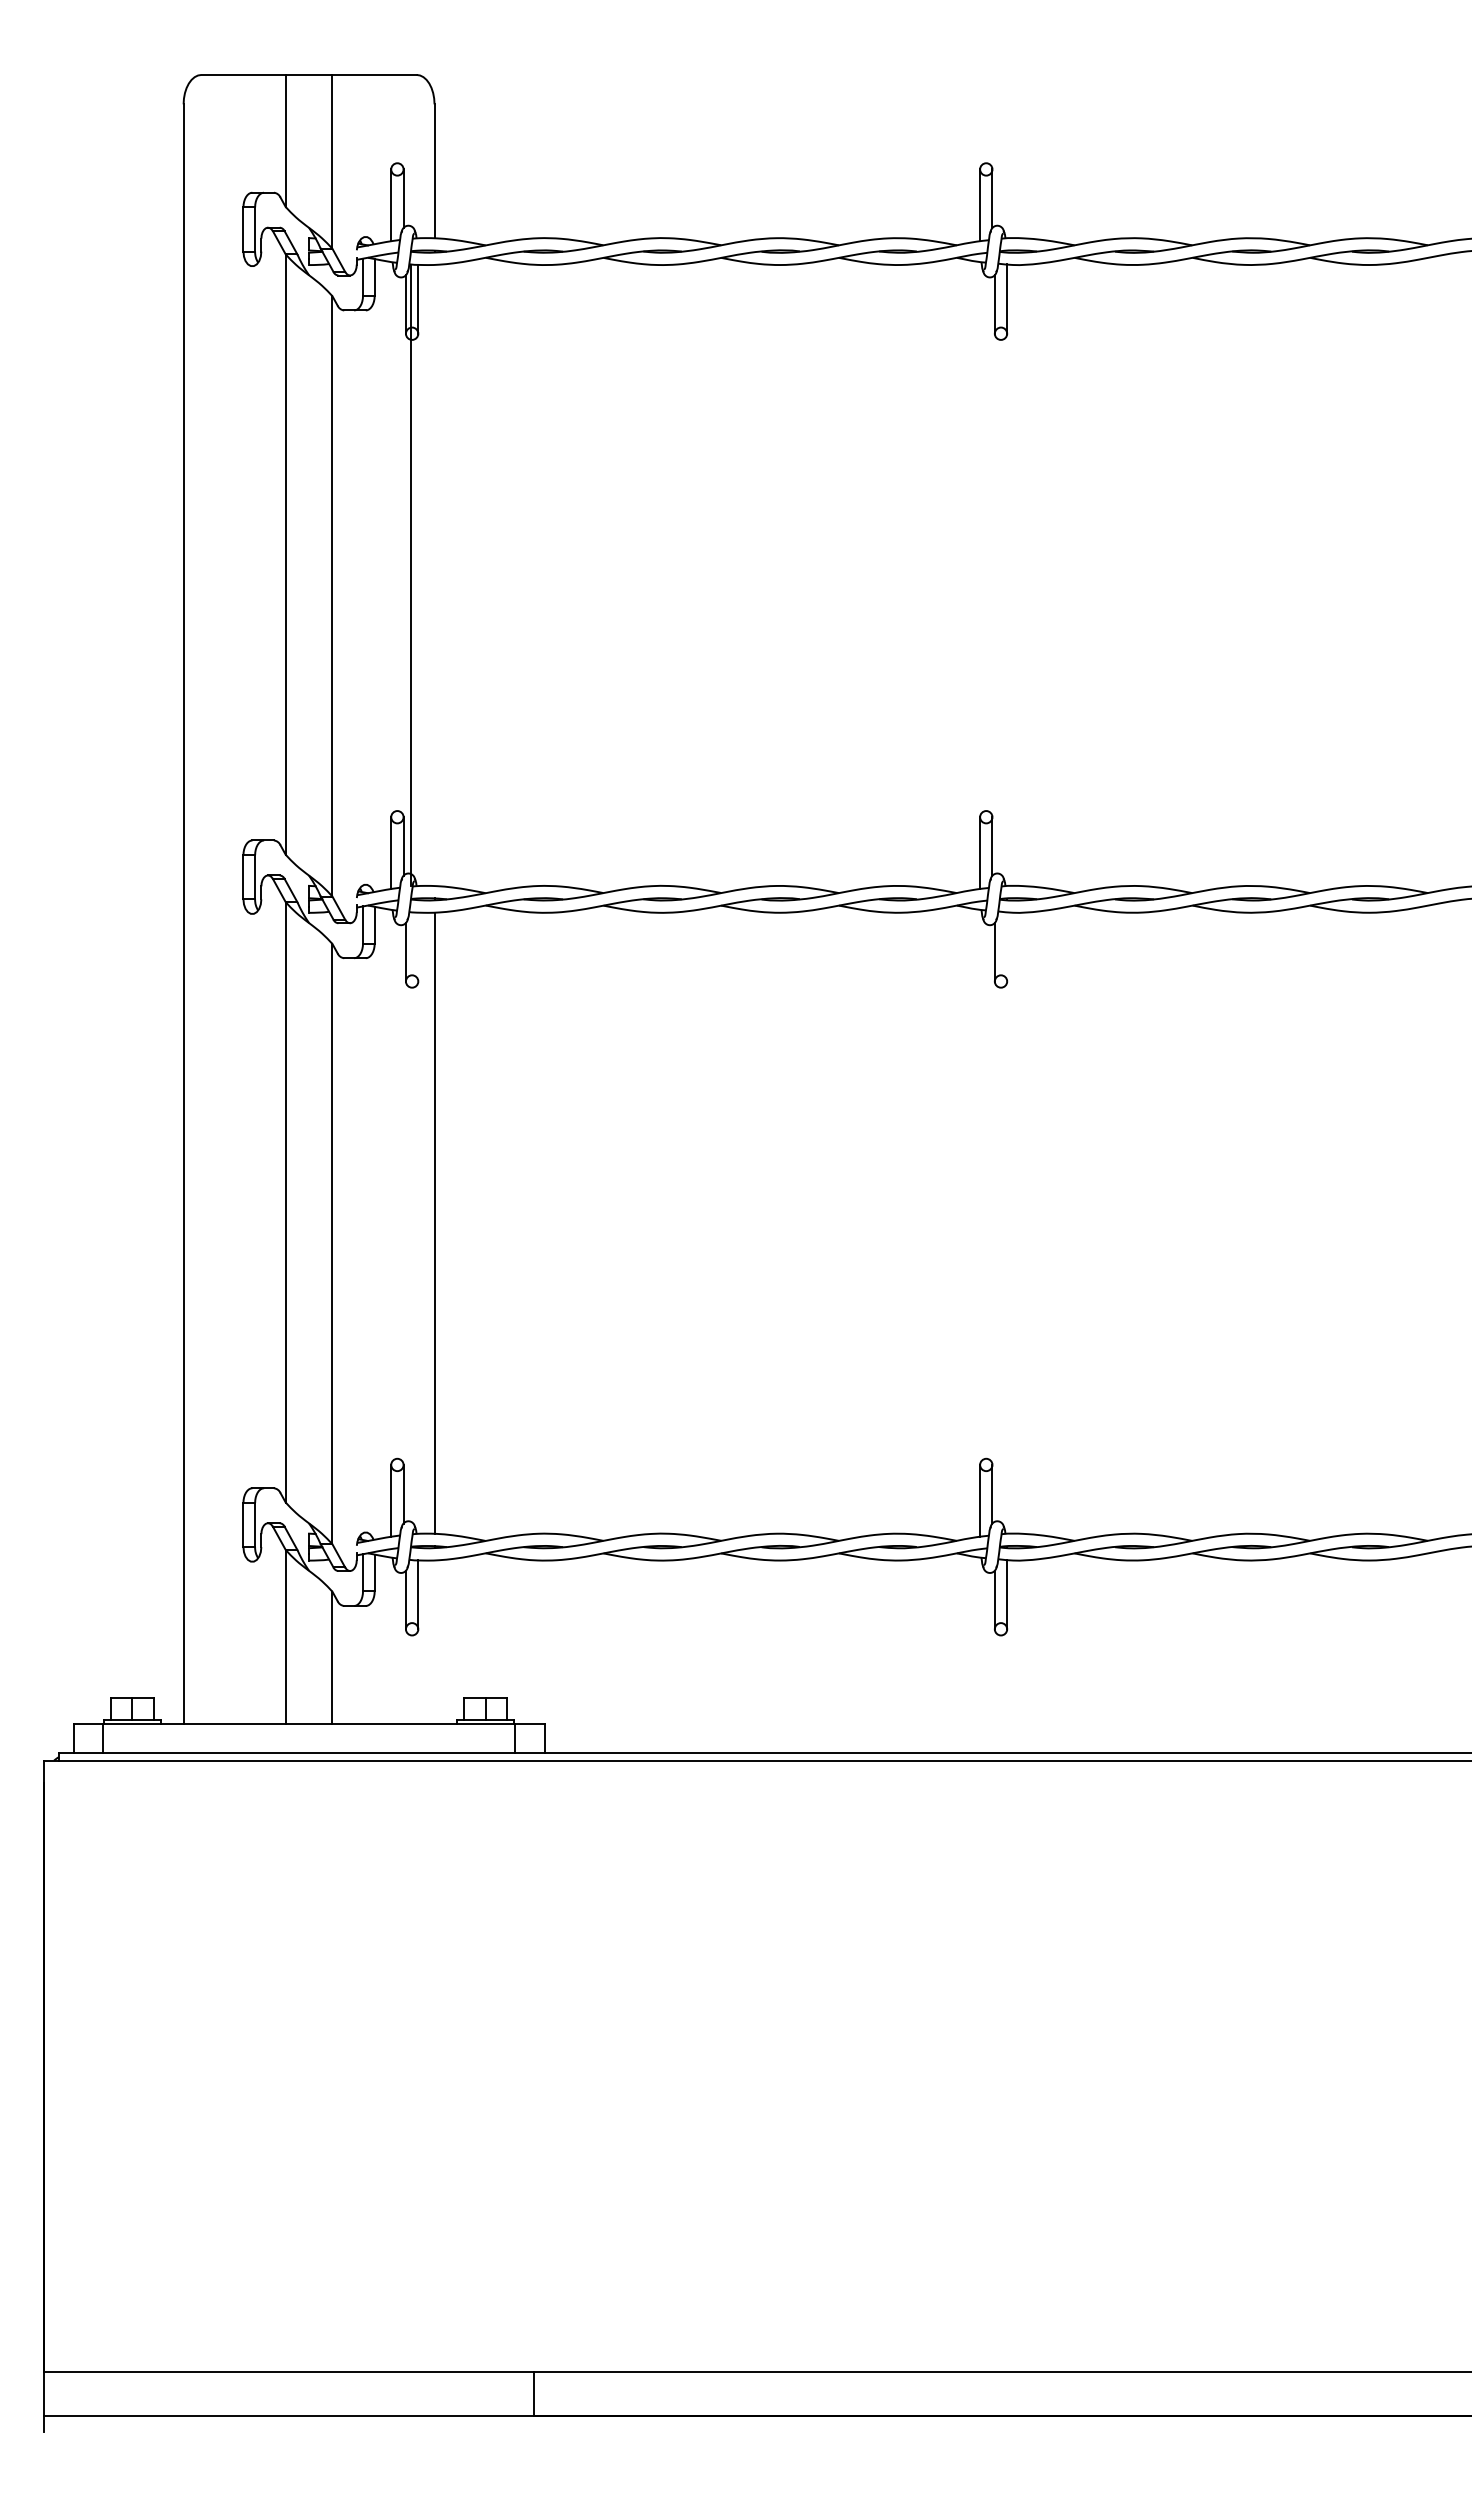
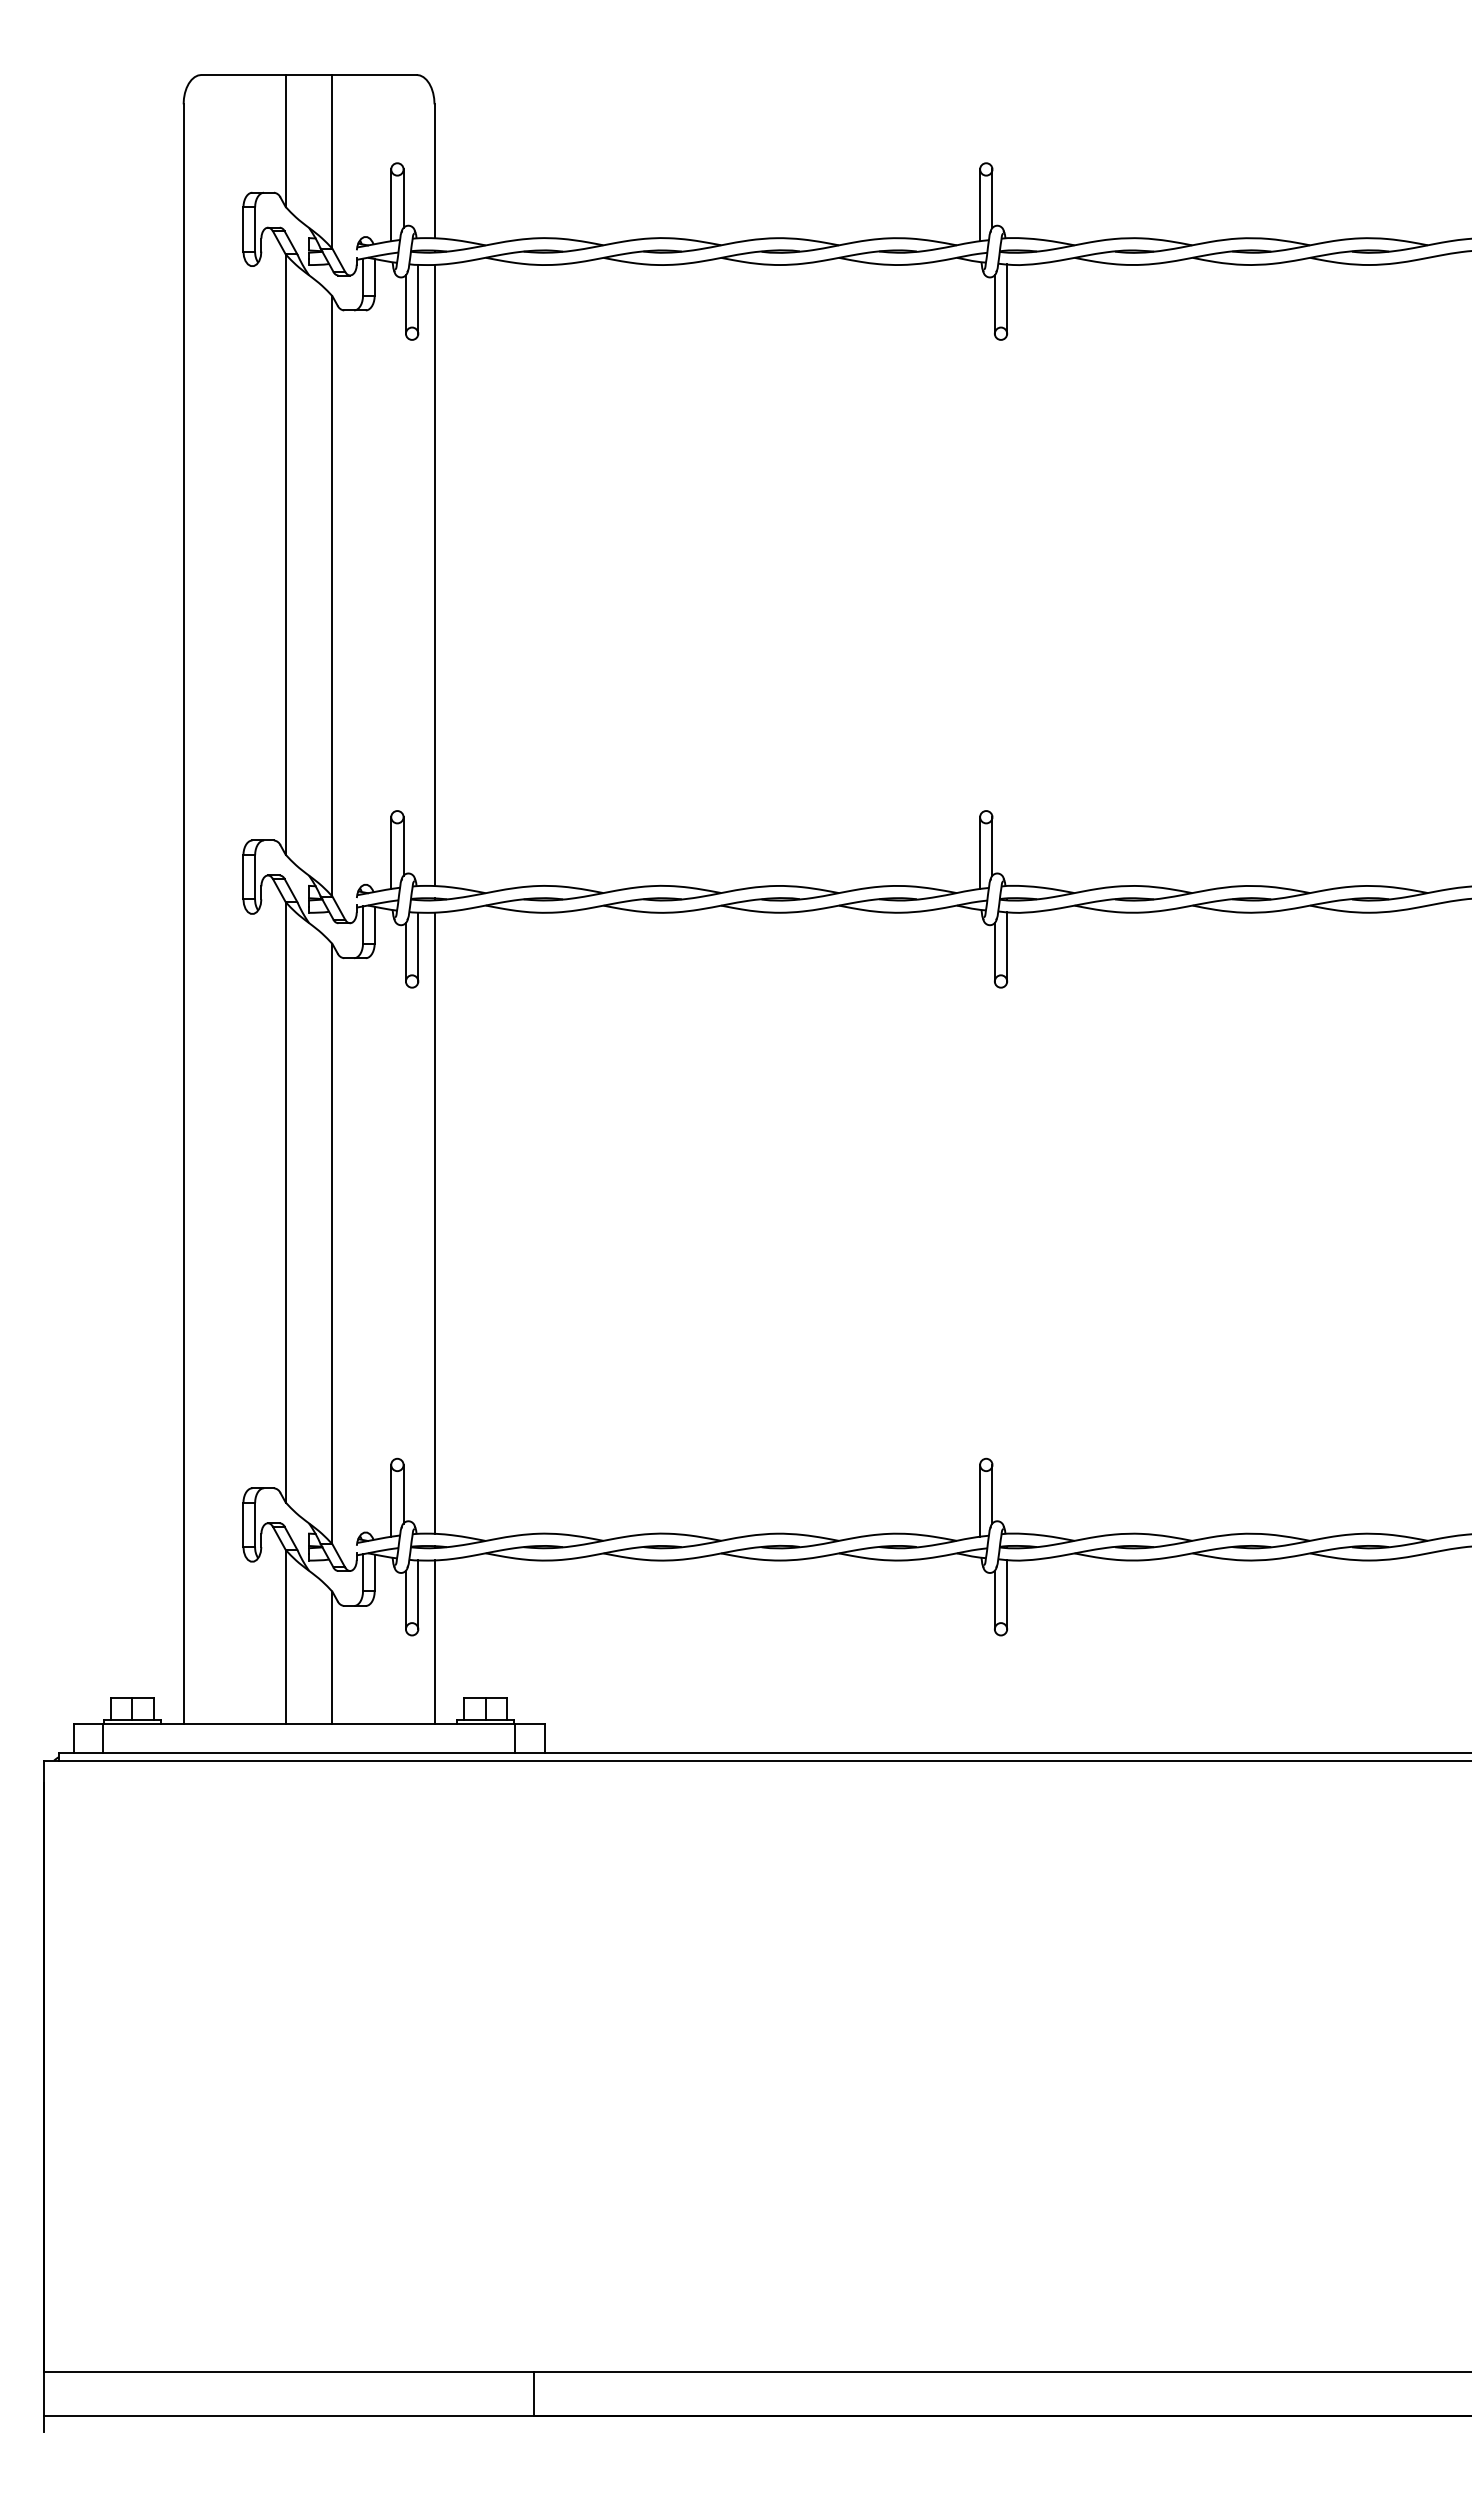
line at (410, 575) position: (410, 575) -> (434, 575)
line at (418, 946): none -> present
line at (1007, 946): none -> present
line at (434, 1641): none -> present
